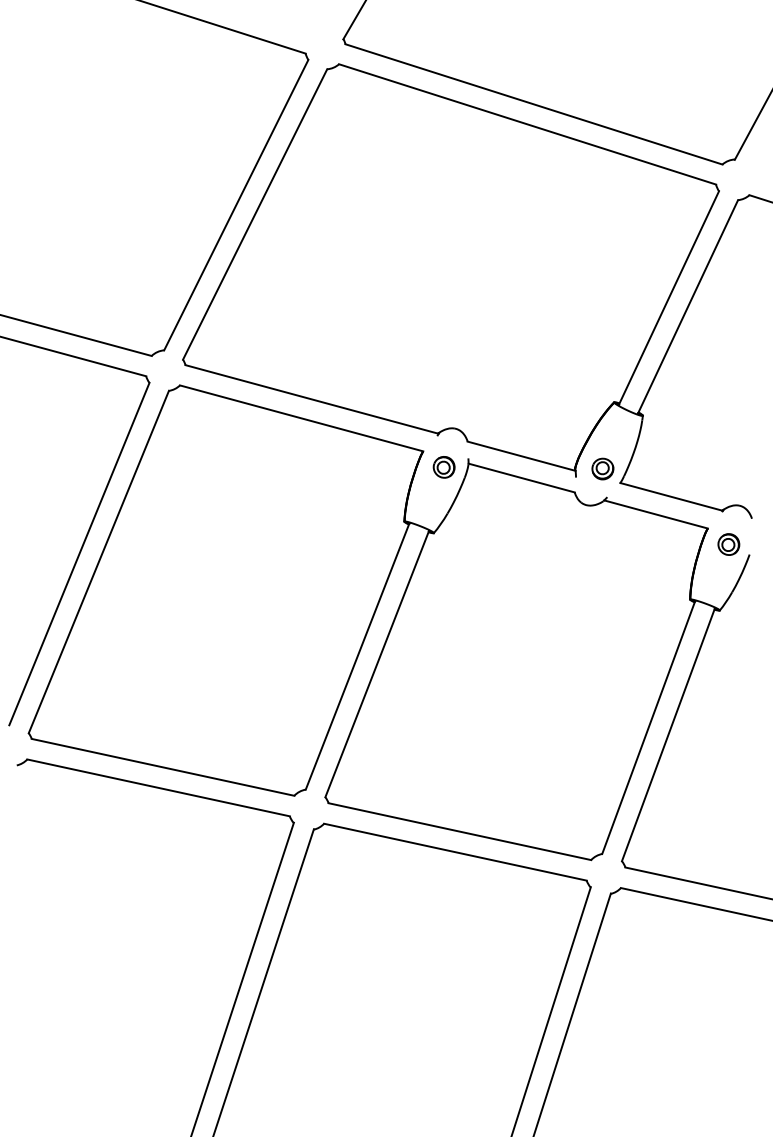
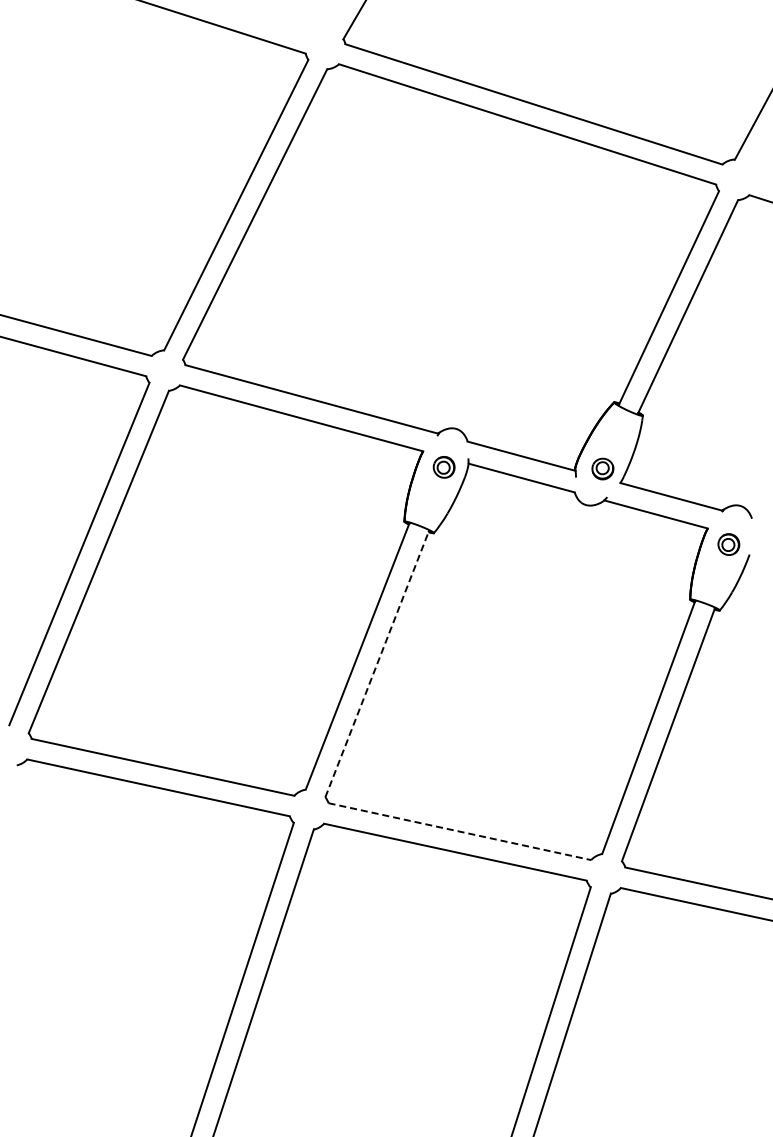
line at (377, 664): solid -> dashed
line at (460, 831): solid -> dashed
